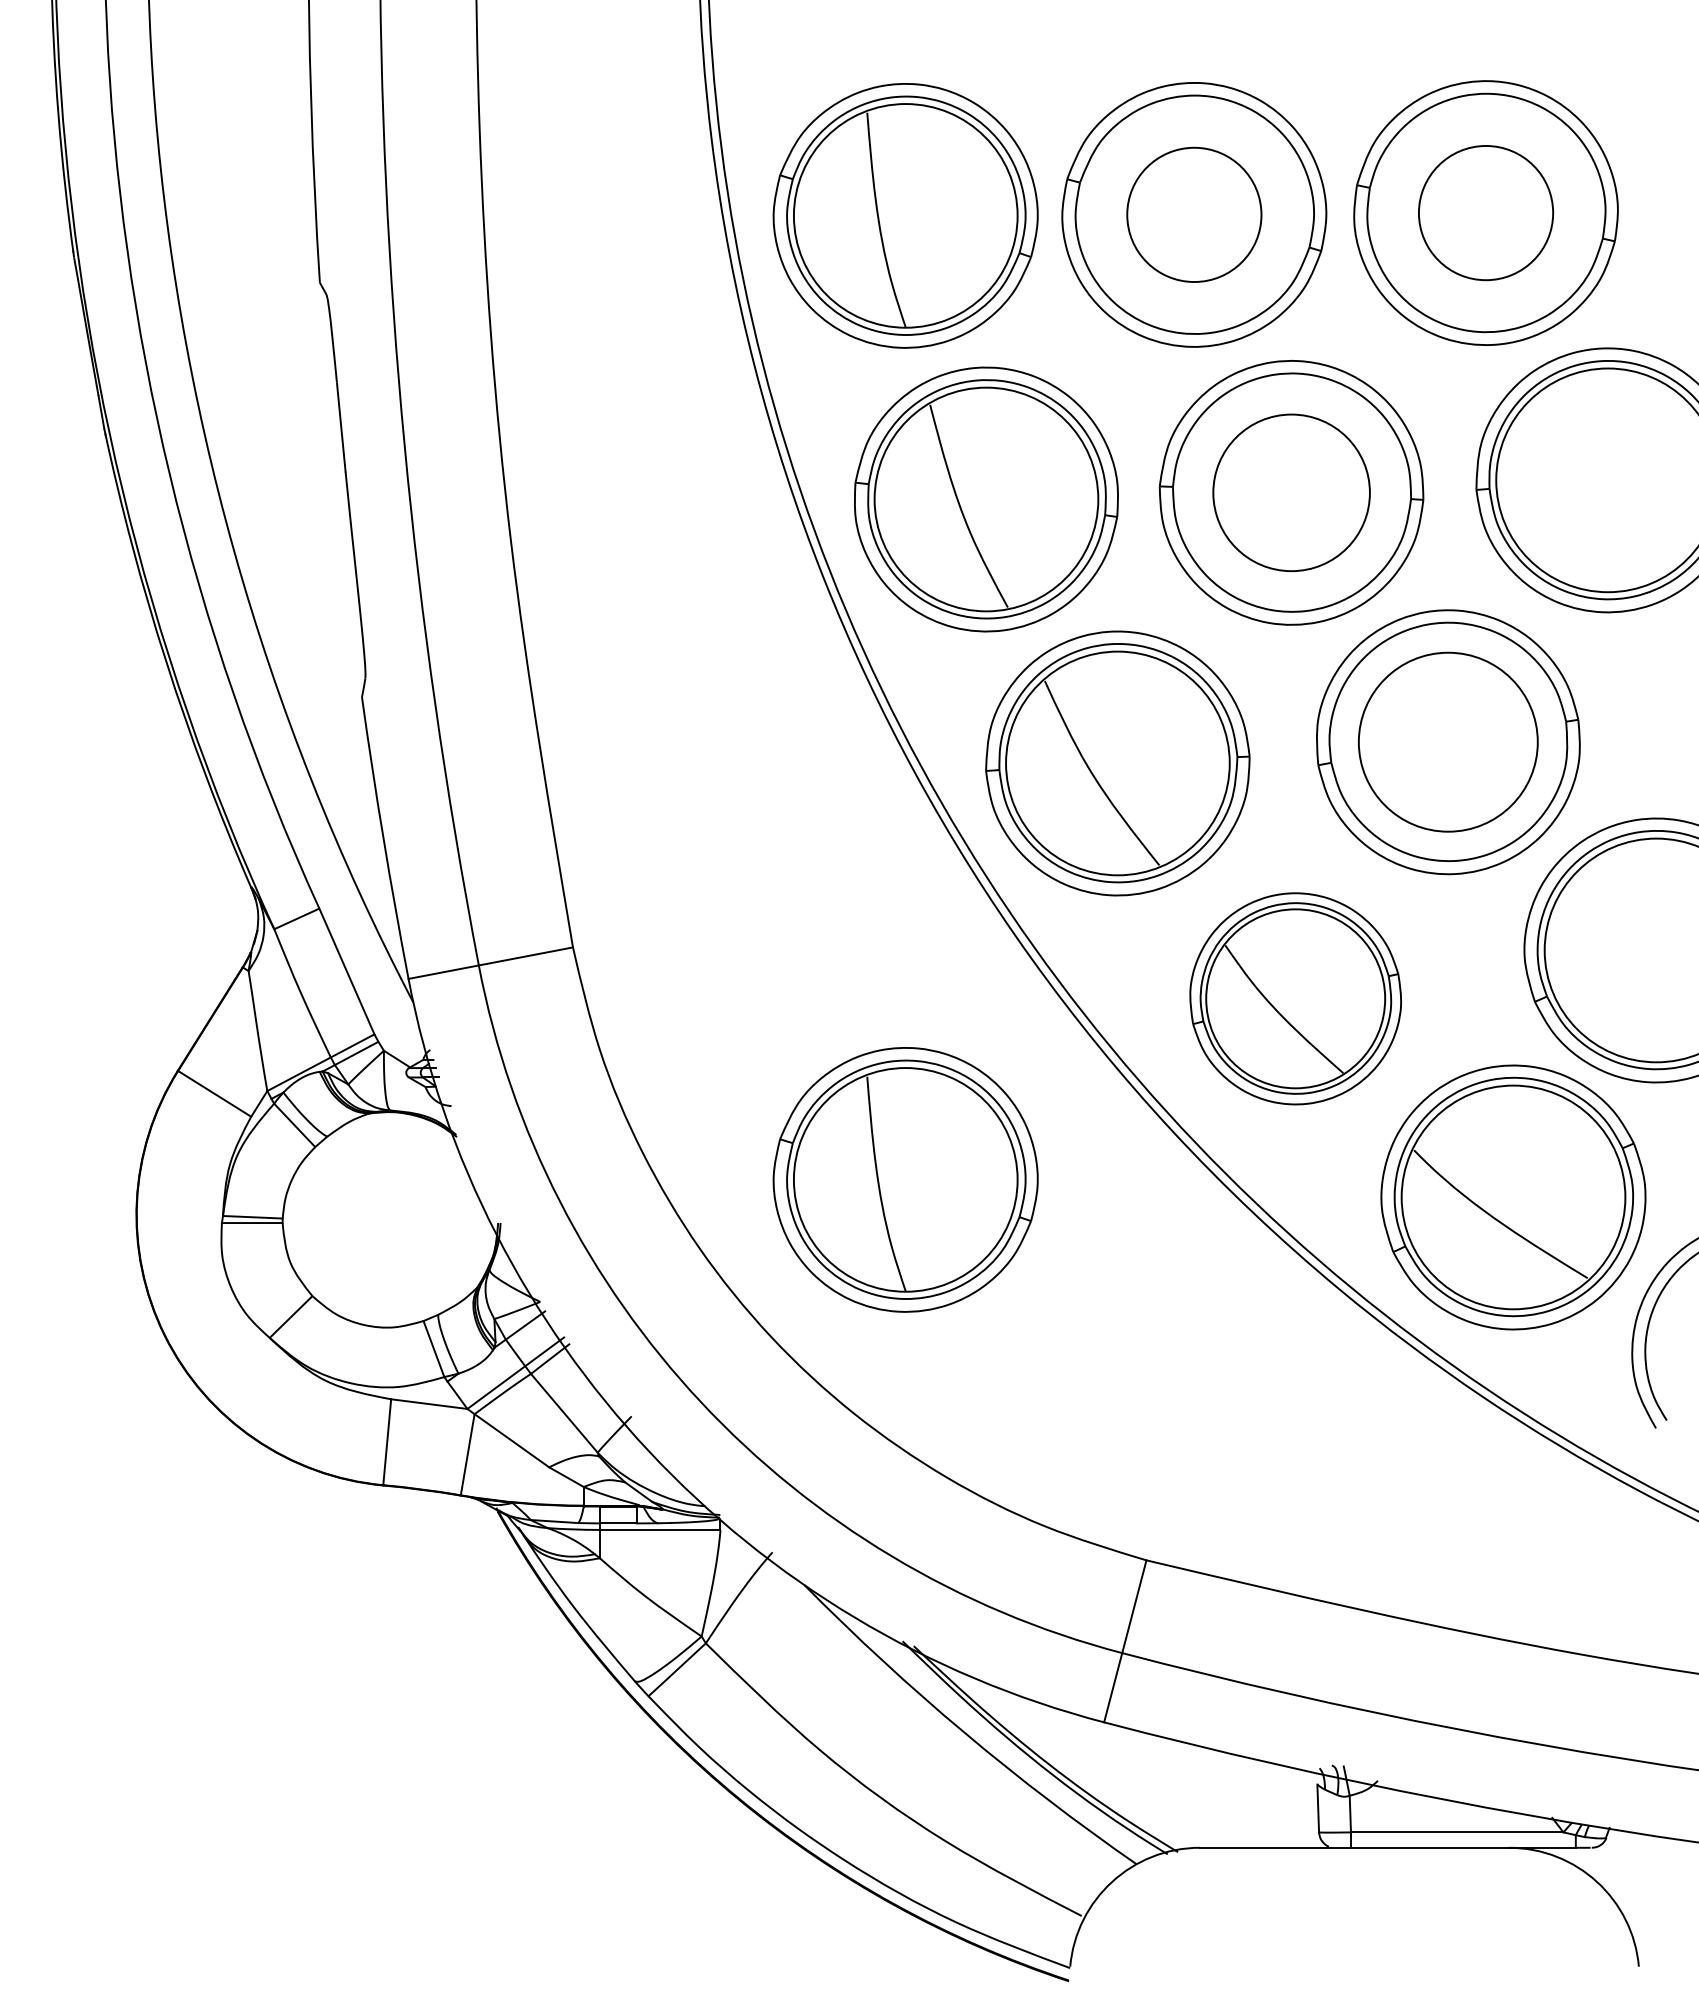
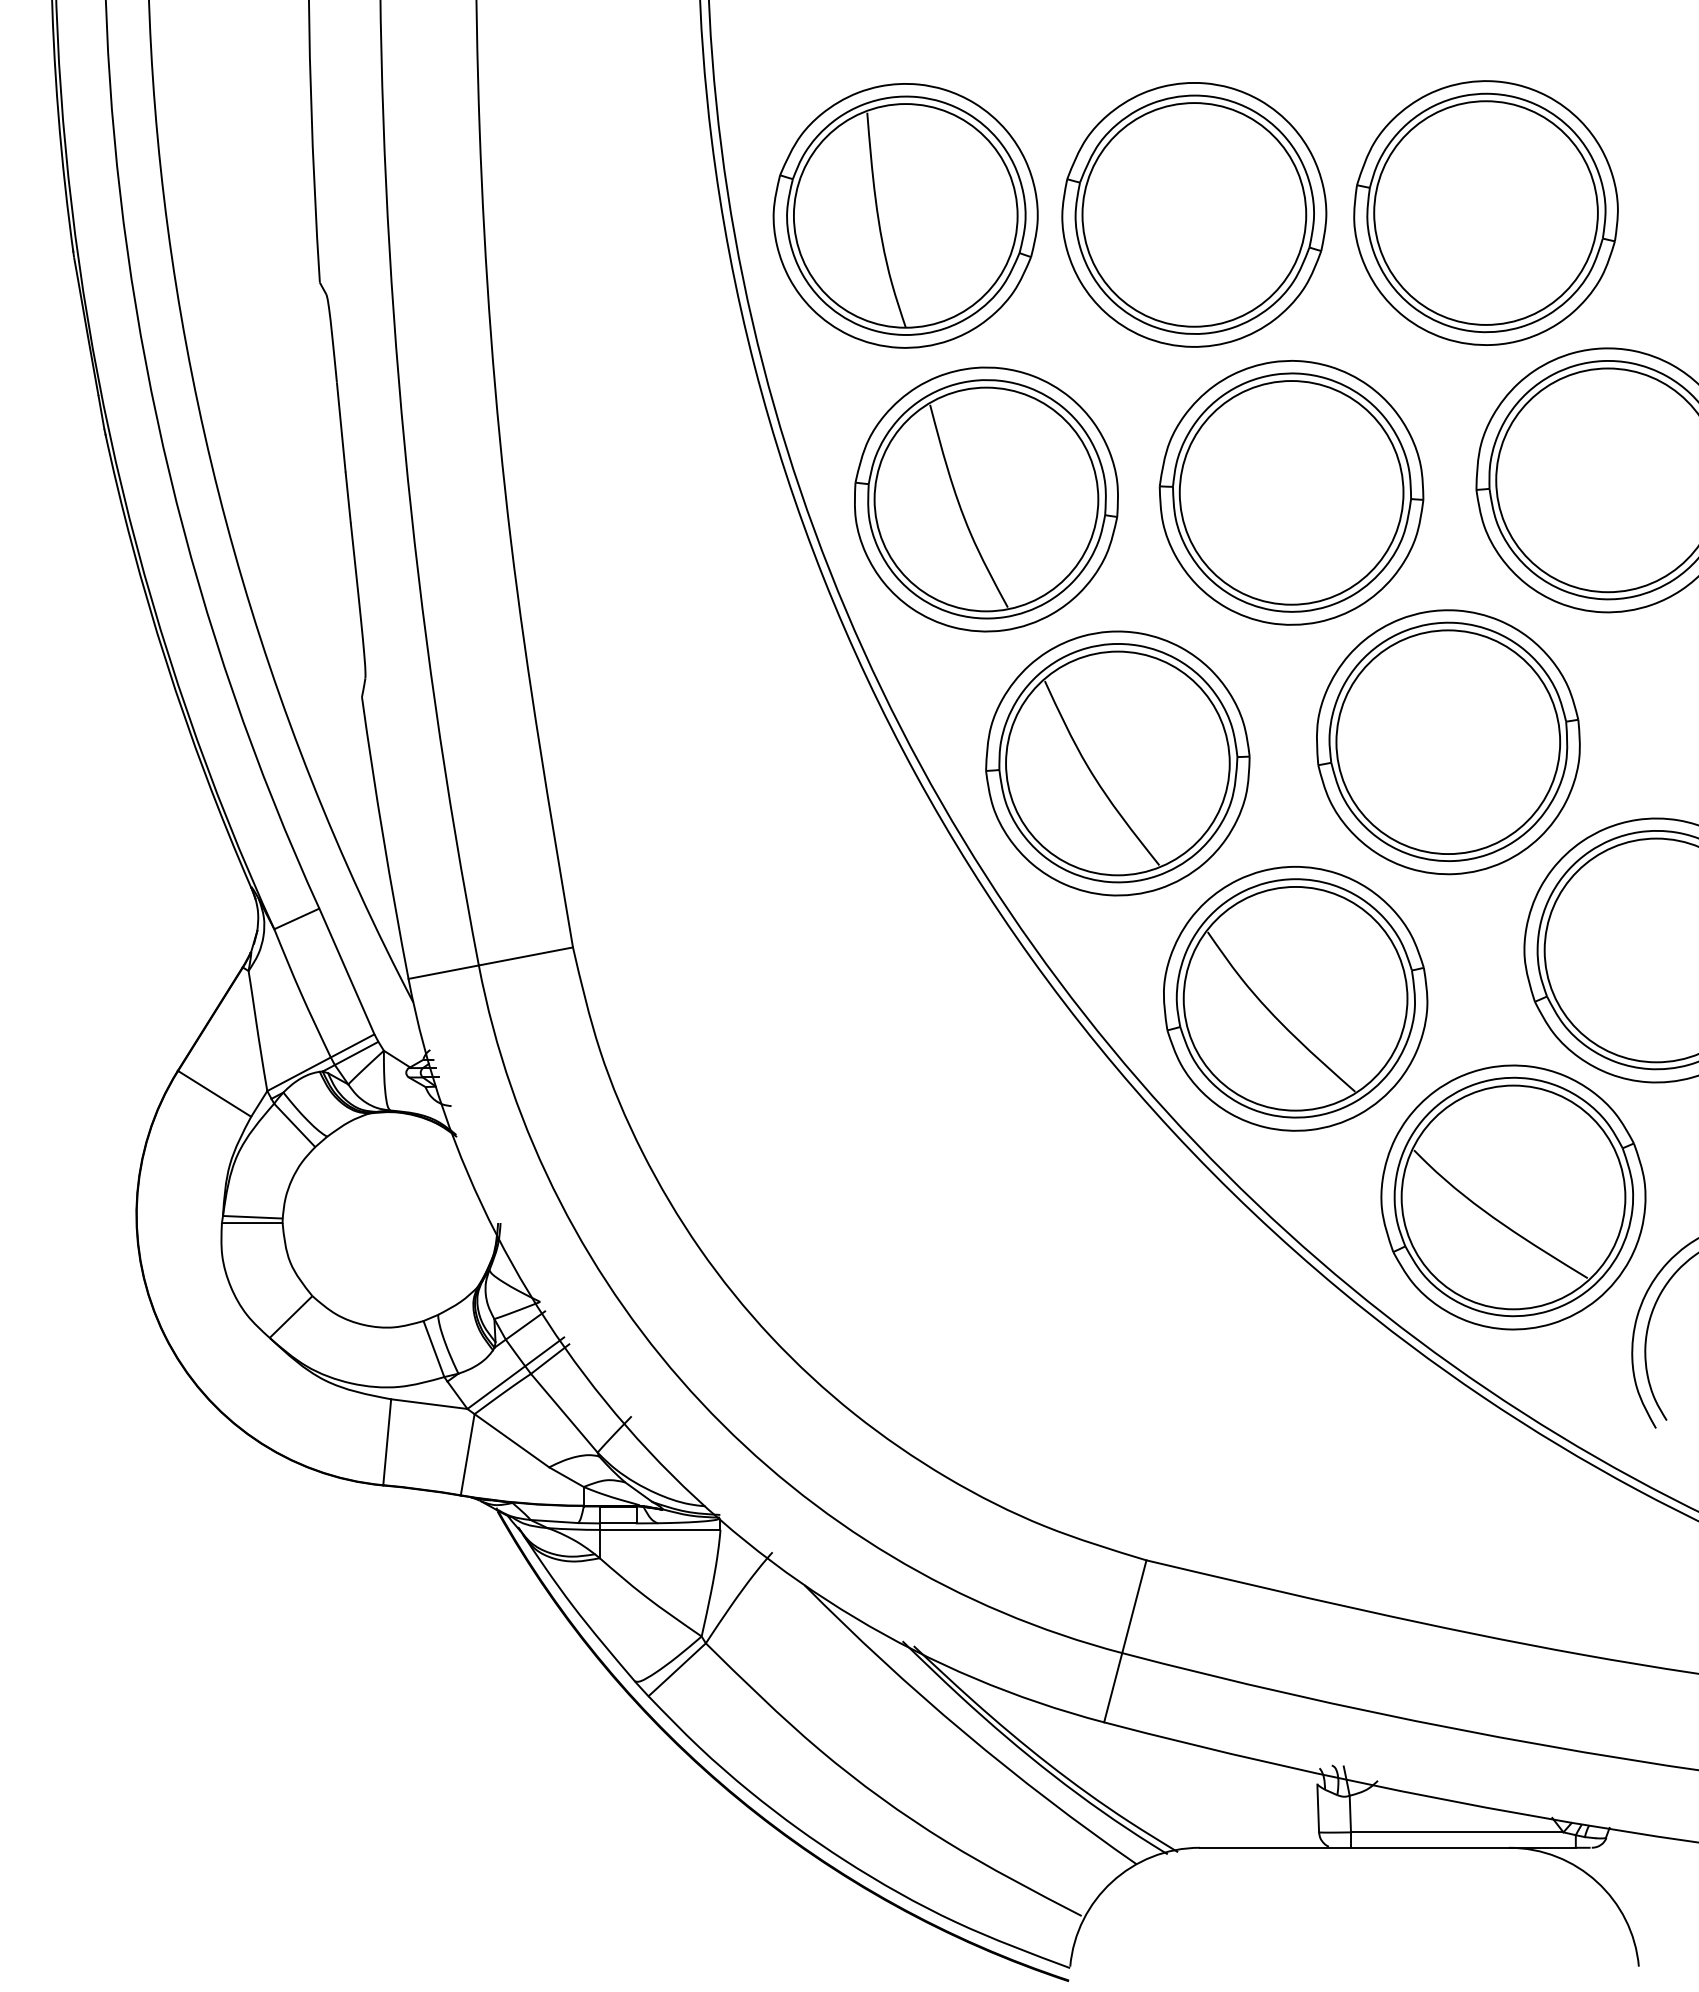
circle at (1485, 212) diameter: 134 px -> 224 px
circle at (1194, 214) diameter: 134 px -> 224 px
circle at (1291, 492) diameter: 157 px -> 224 px
circle at (1447, 741) diameter: 179 px -> 224 px
part at (1295, 998) size: 214x214 px -> 266x266 px
part at (905, 1179): present -> none
